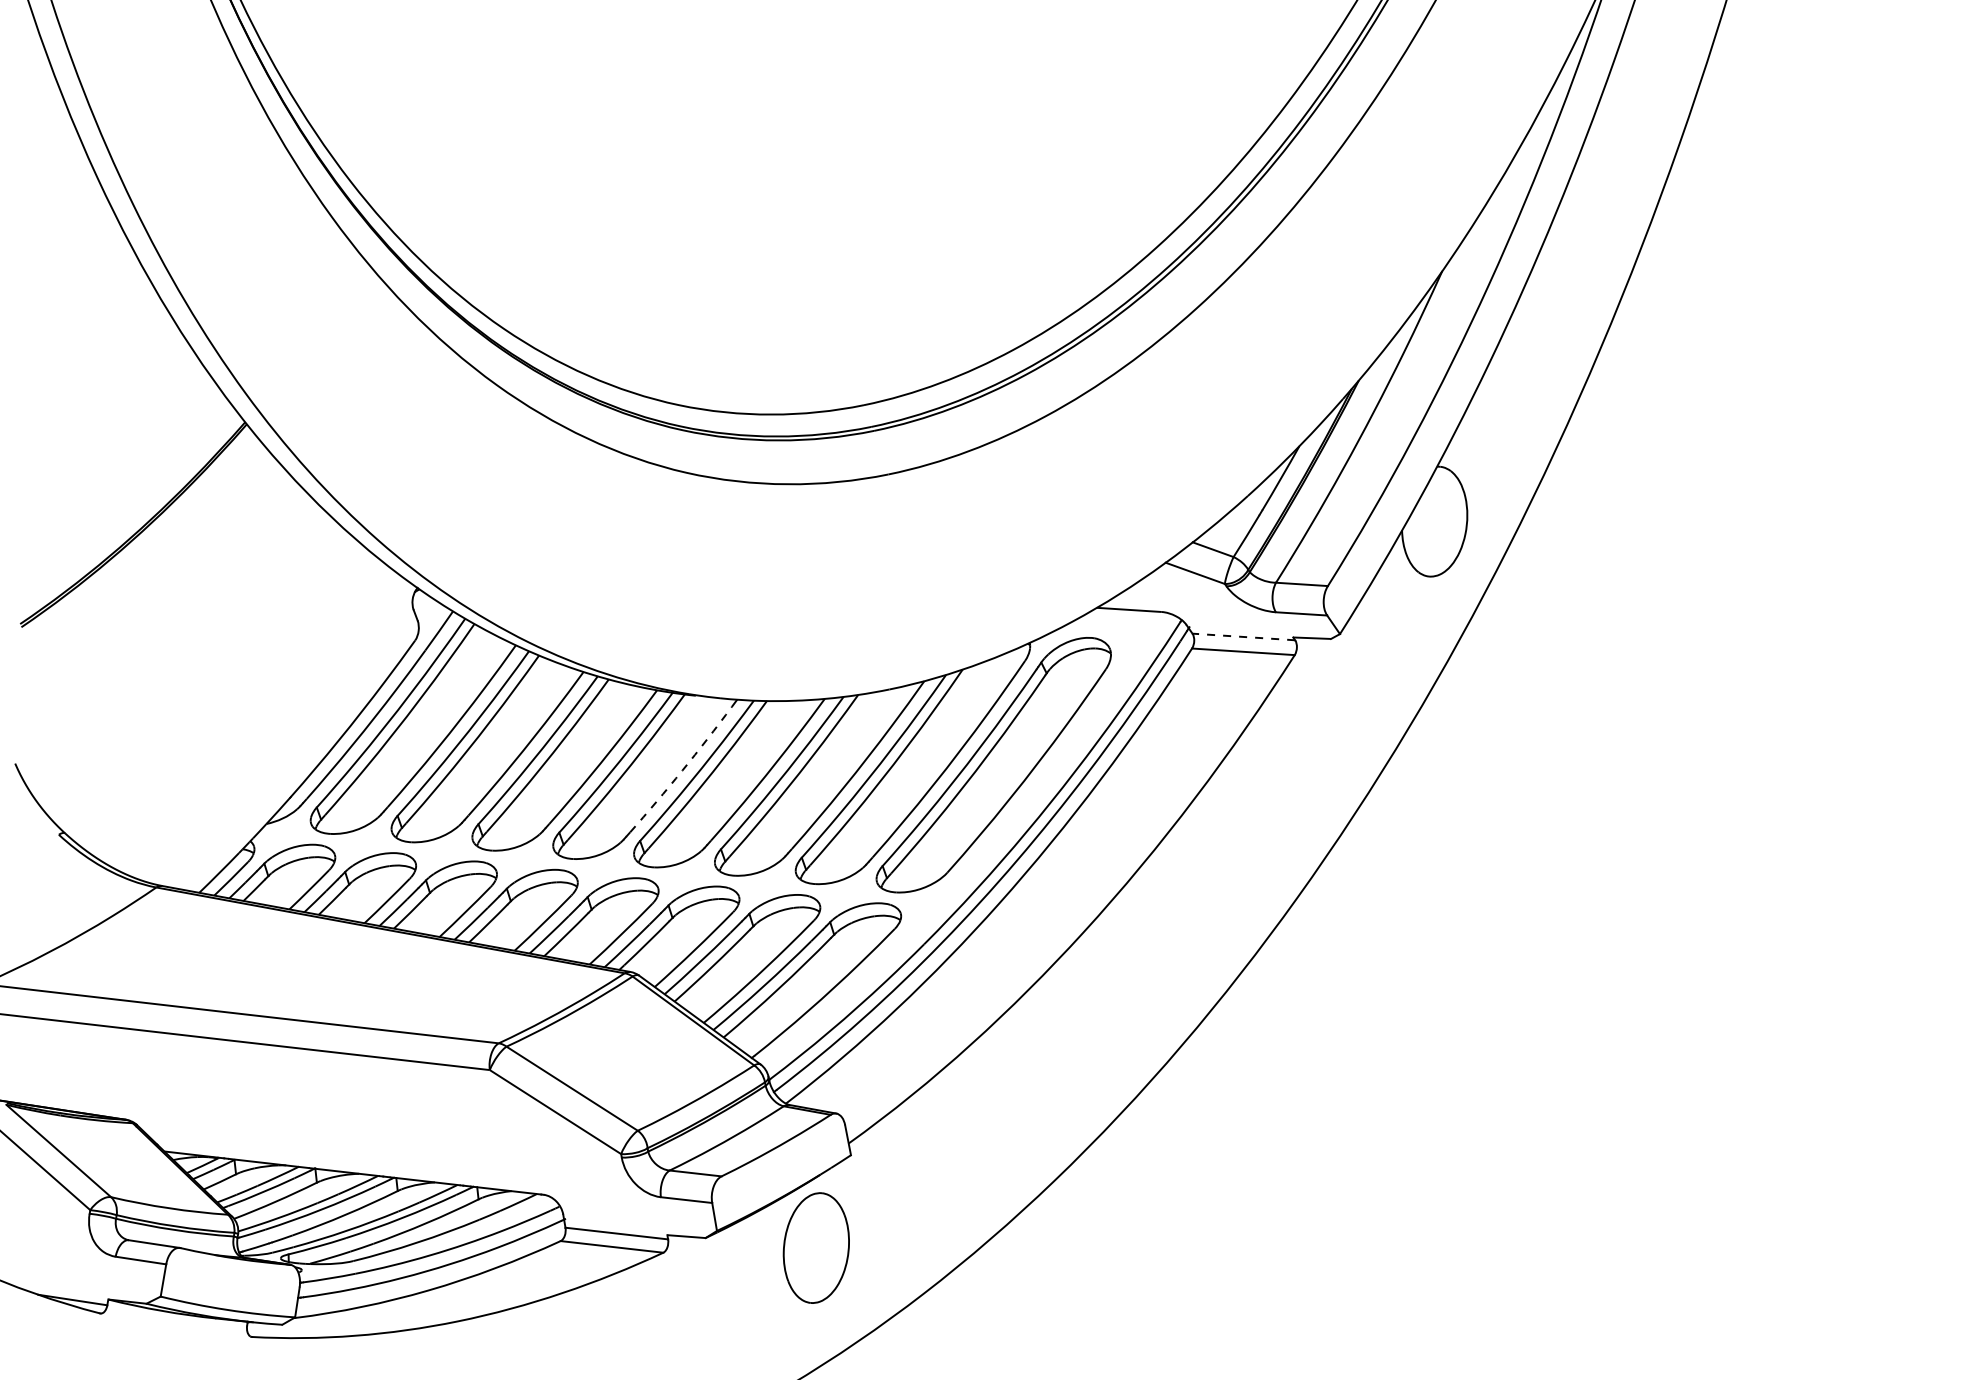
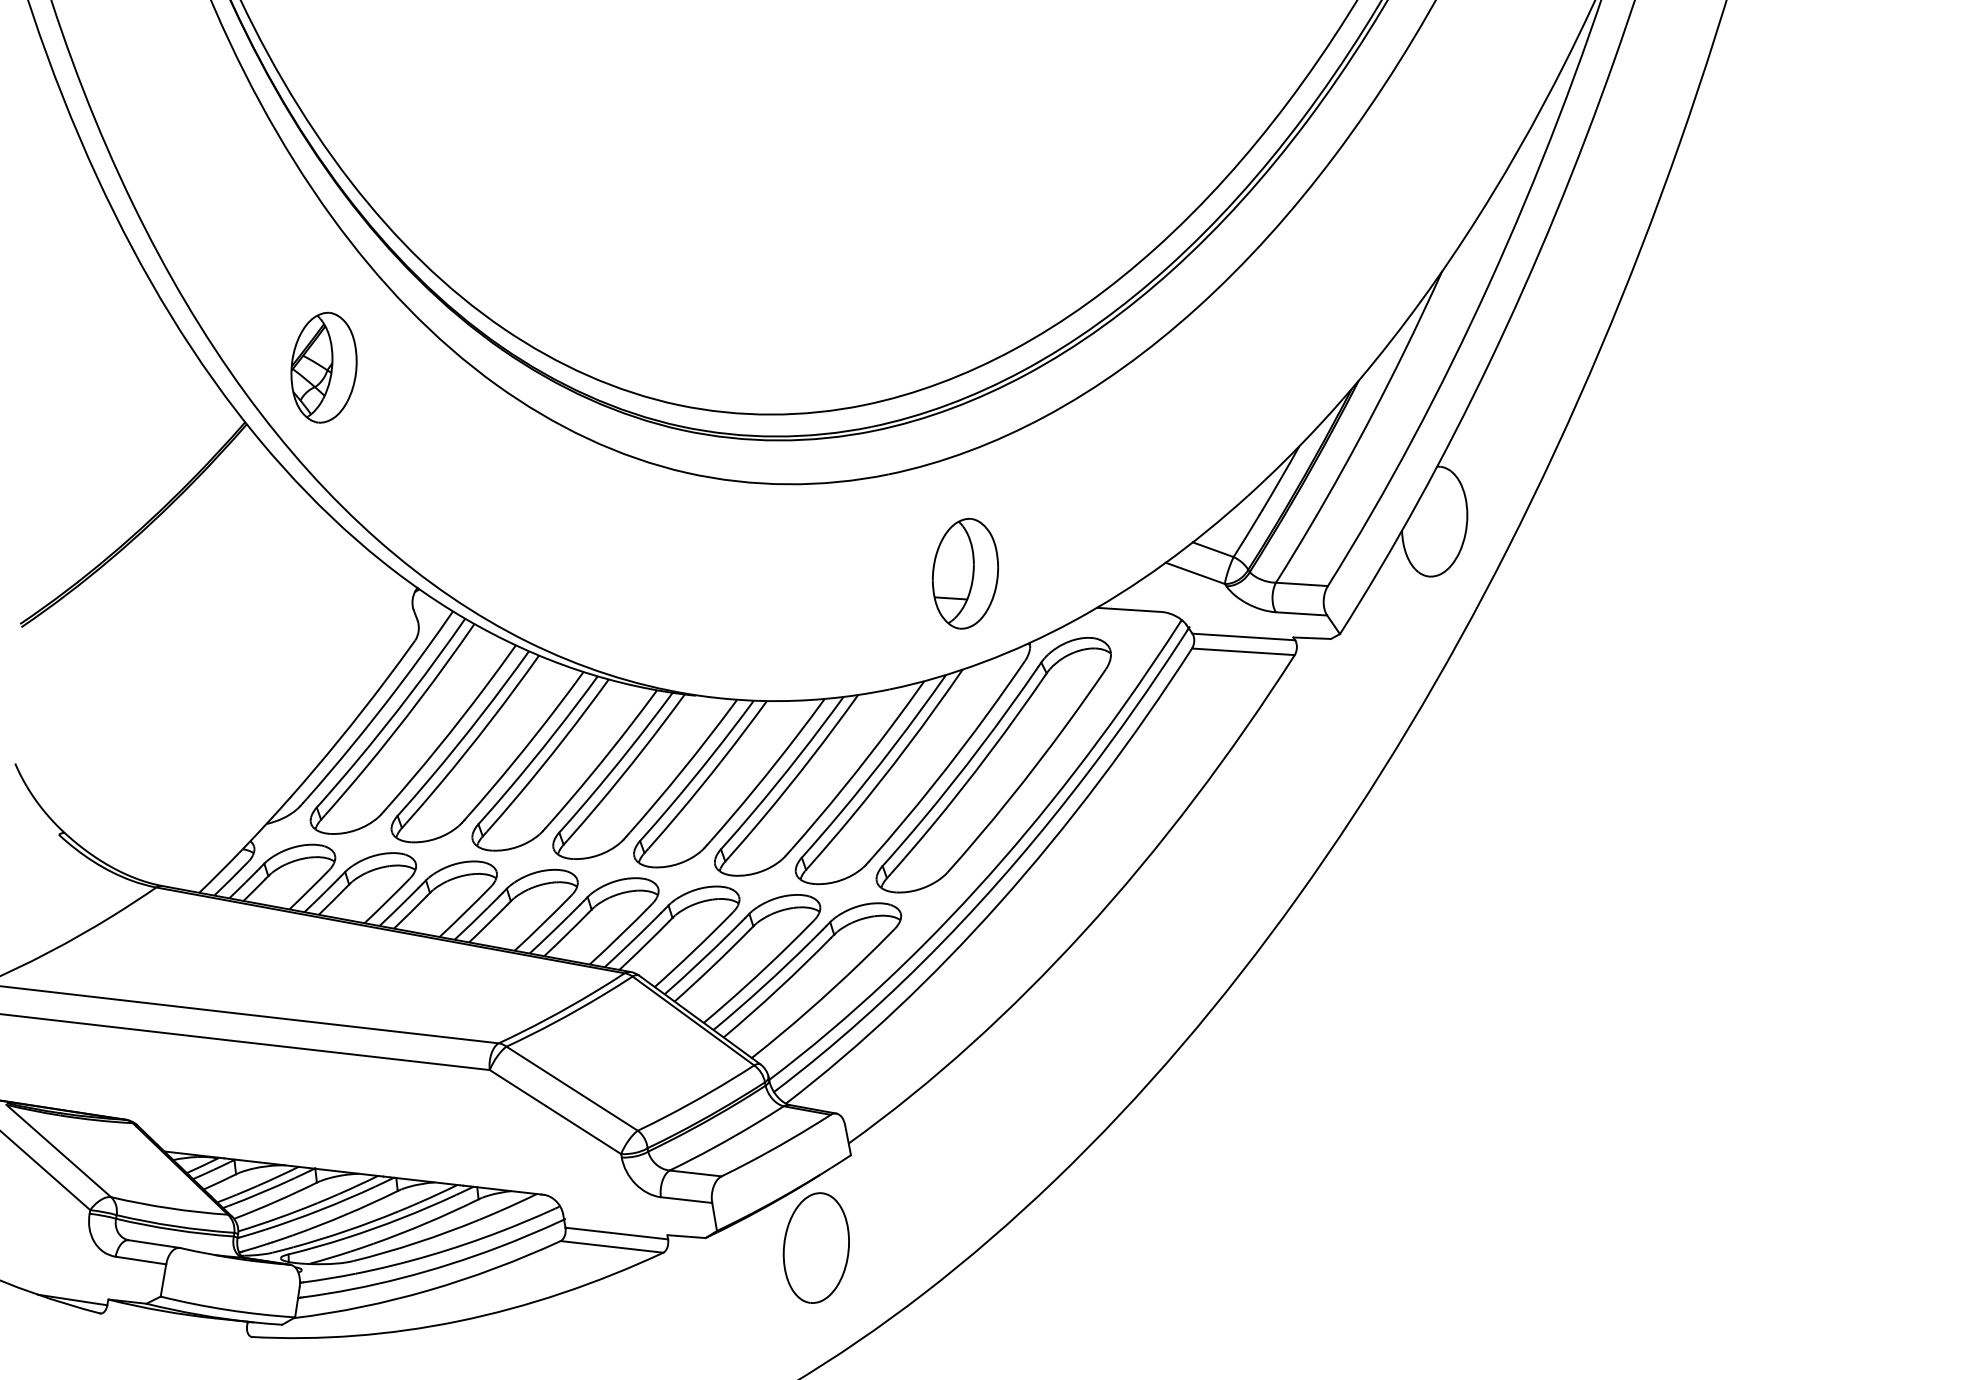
part at (323, 367): none -> present
part at (965, 573): none -> present
line at (1243, 636): dashed -> solid
arc at (682, 770): dashed -> solid
